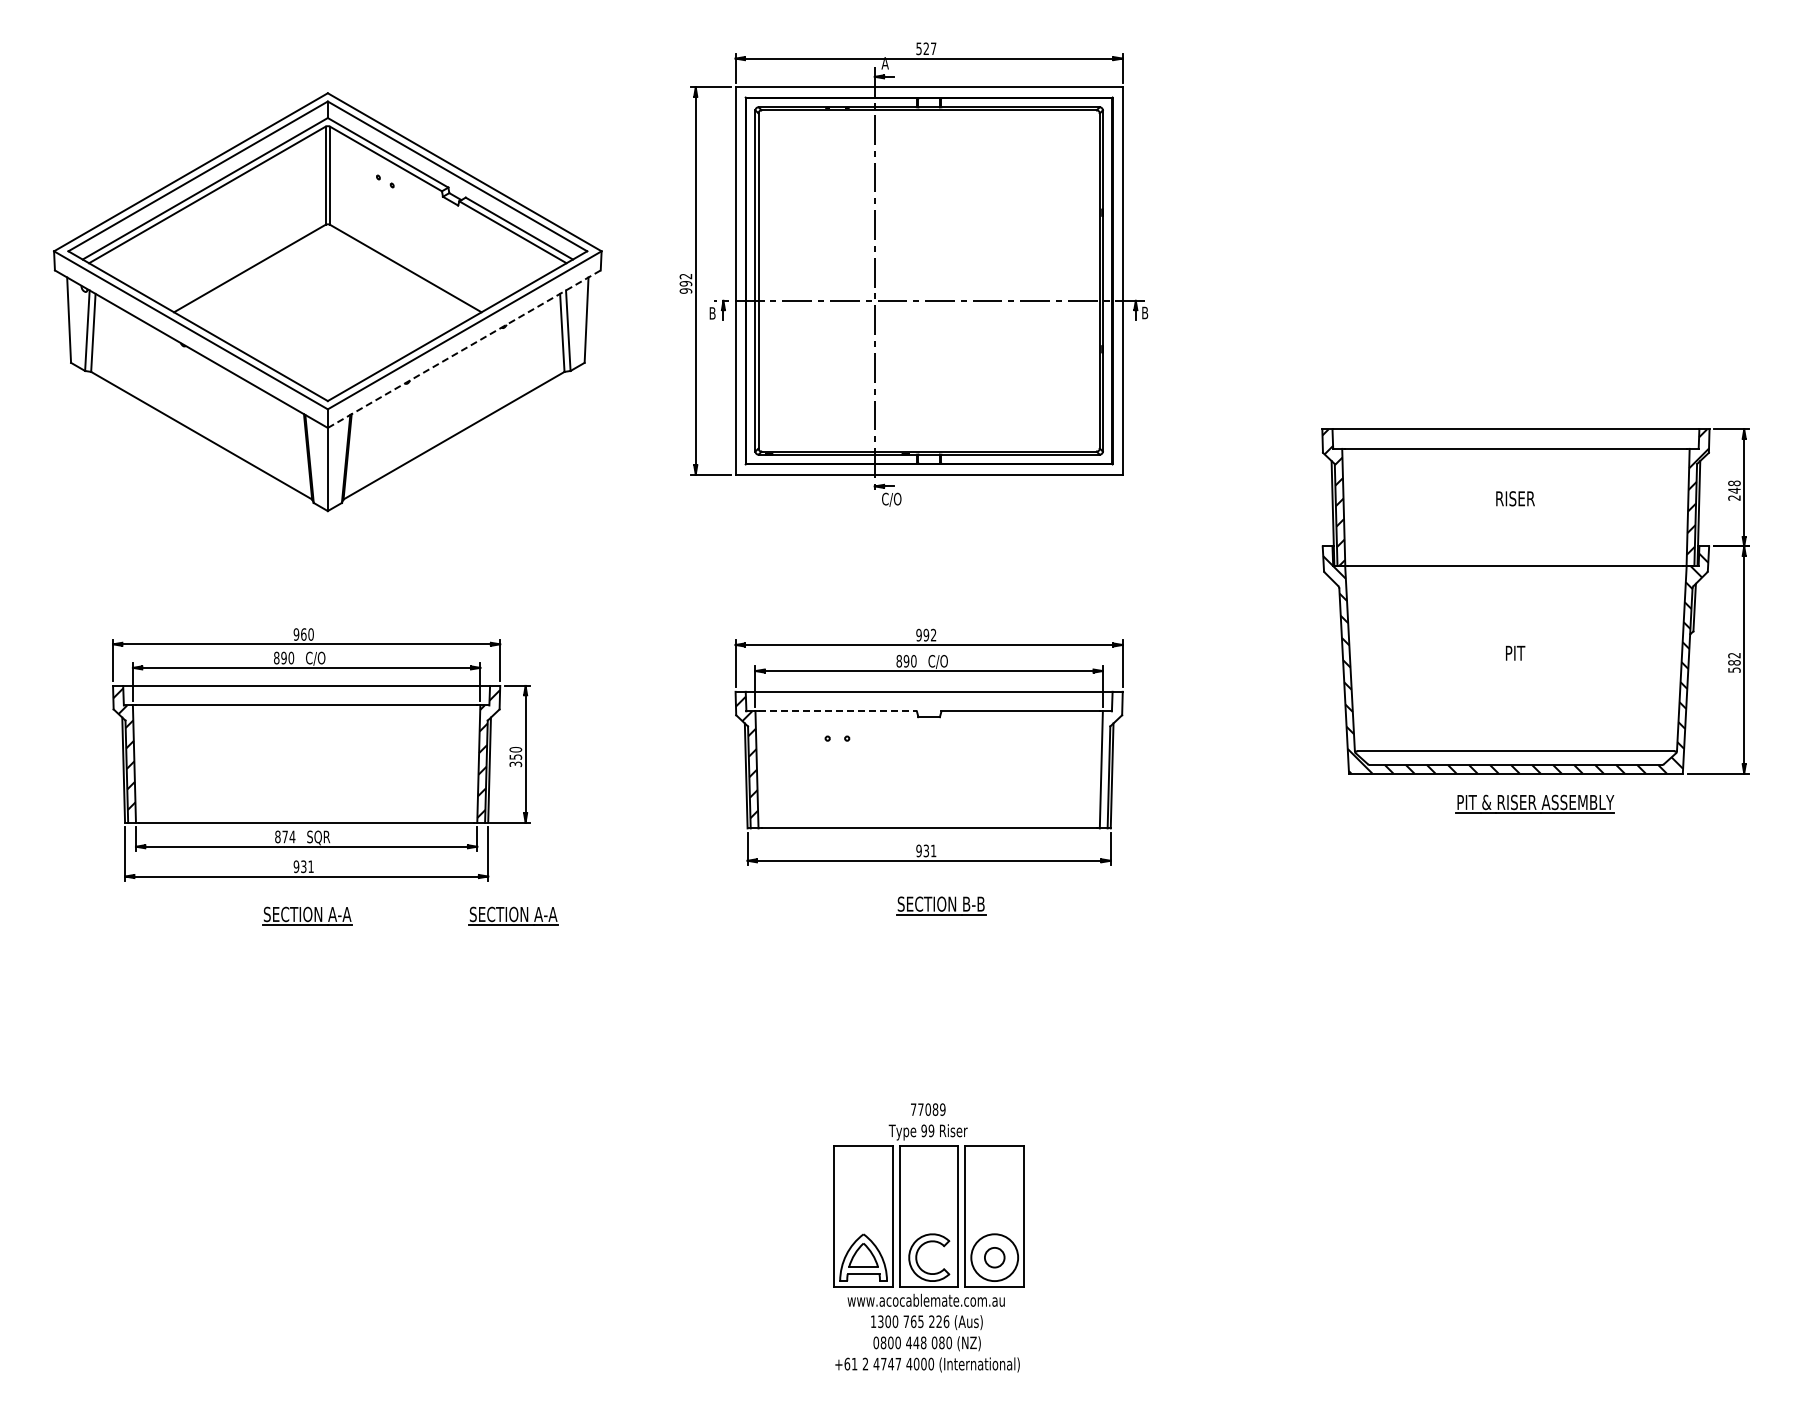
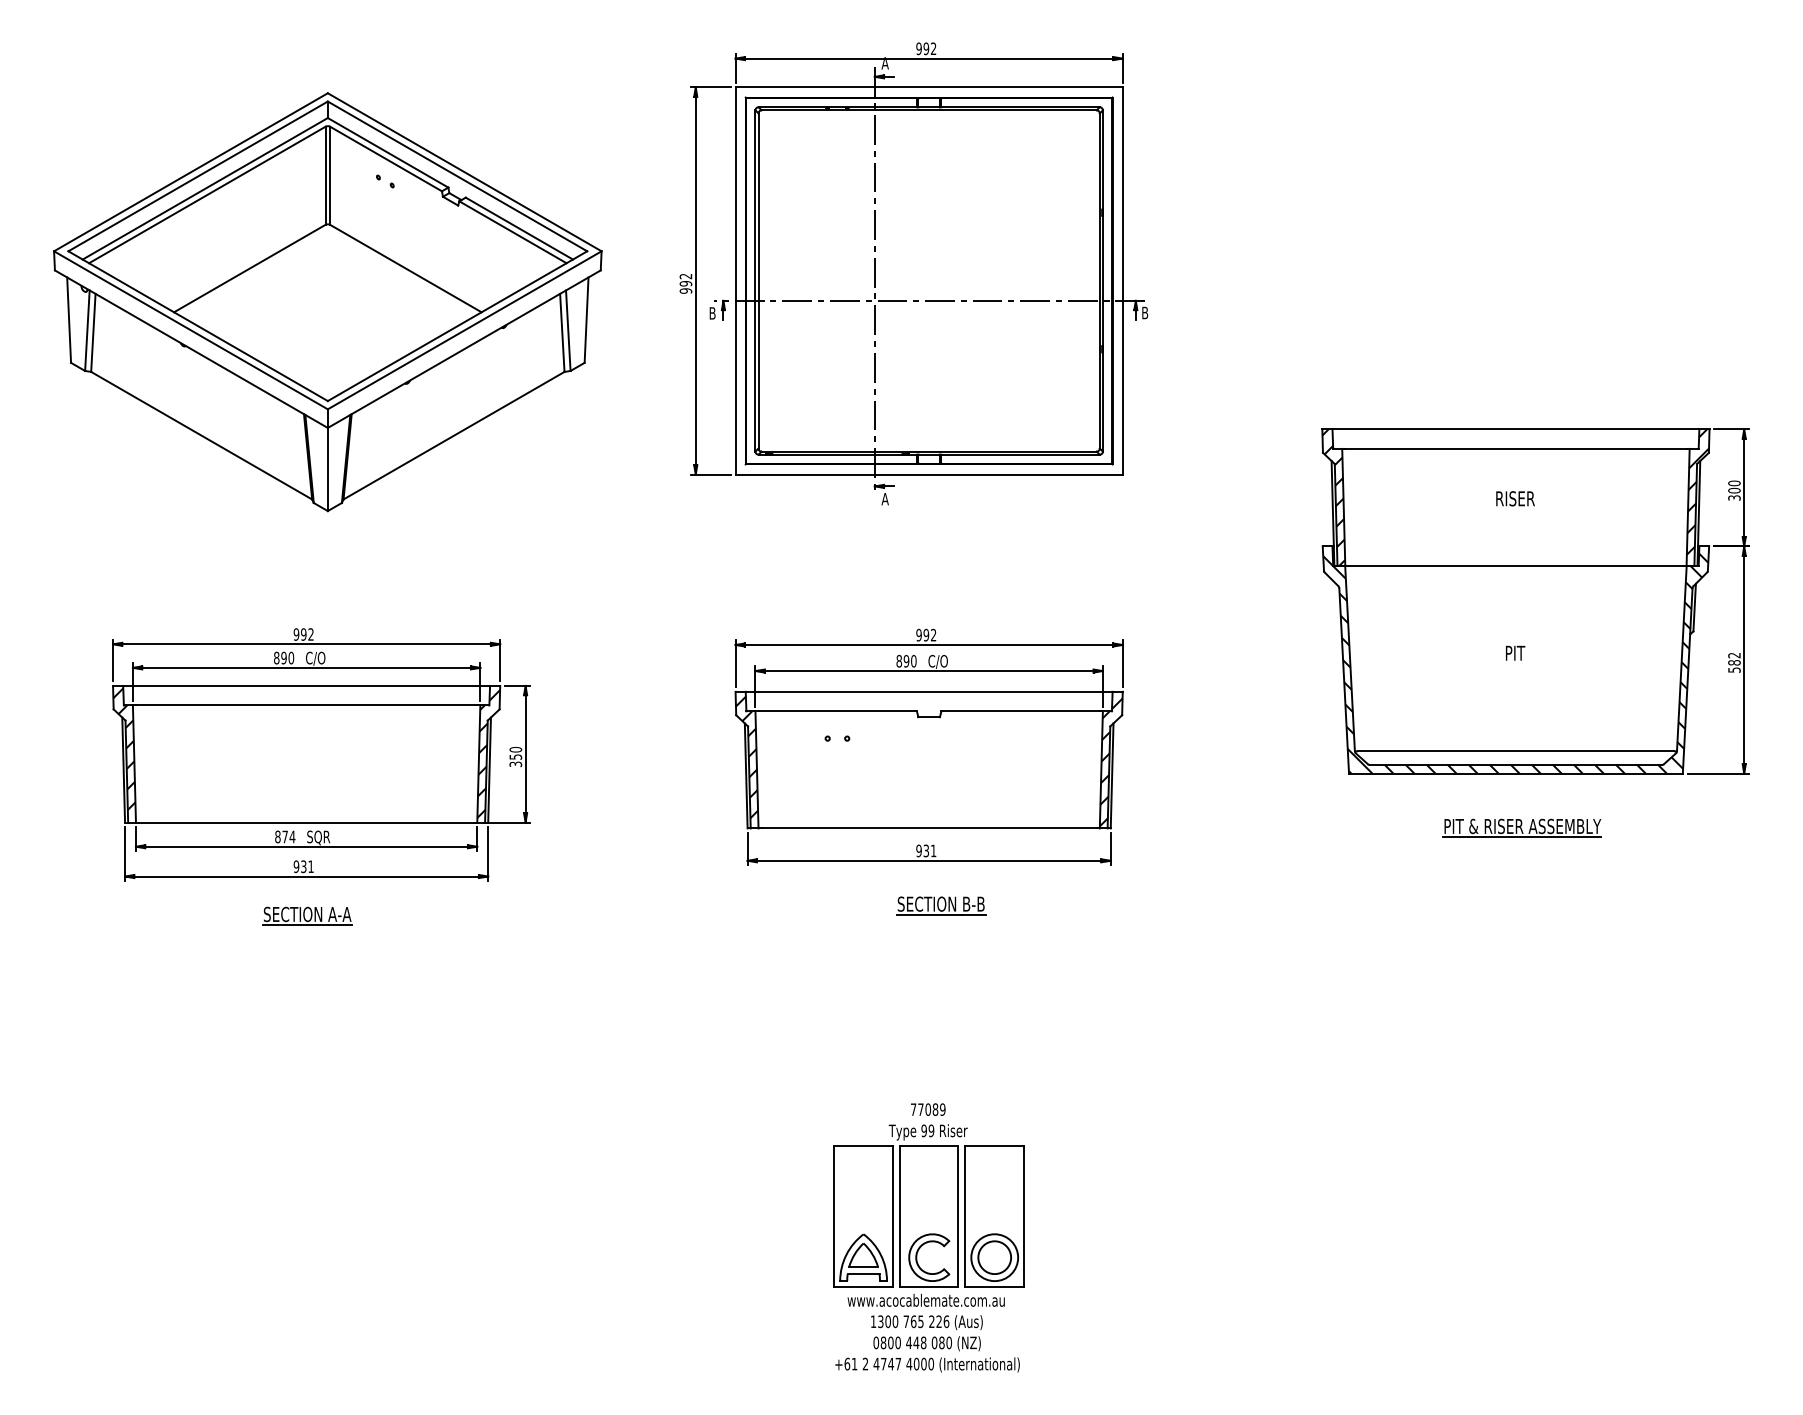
text at (926, 48): 527 -> 992
line at (464, 349): dashed -> solid
text at (1734, 490): 248 -> 300
text at (891, 499): C/O -> A
text at (307, 634): 960 -> 992
line at (838, 711): dashed -> solid
hatch at (1110, 762): none -> present
part at (1534, 803) position: (1534, 803) -> (1521, 827)
part at (513, 915): present -> none
circle at (994, 1257) diameter: 20 px -> 33 px
